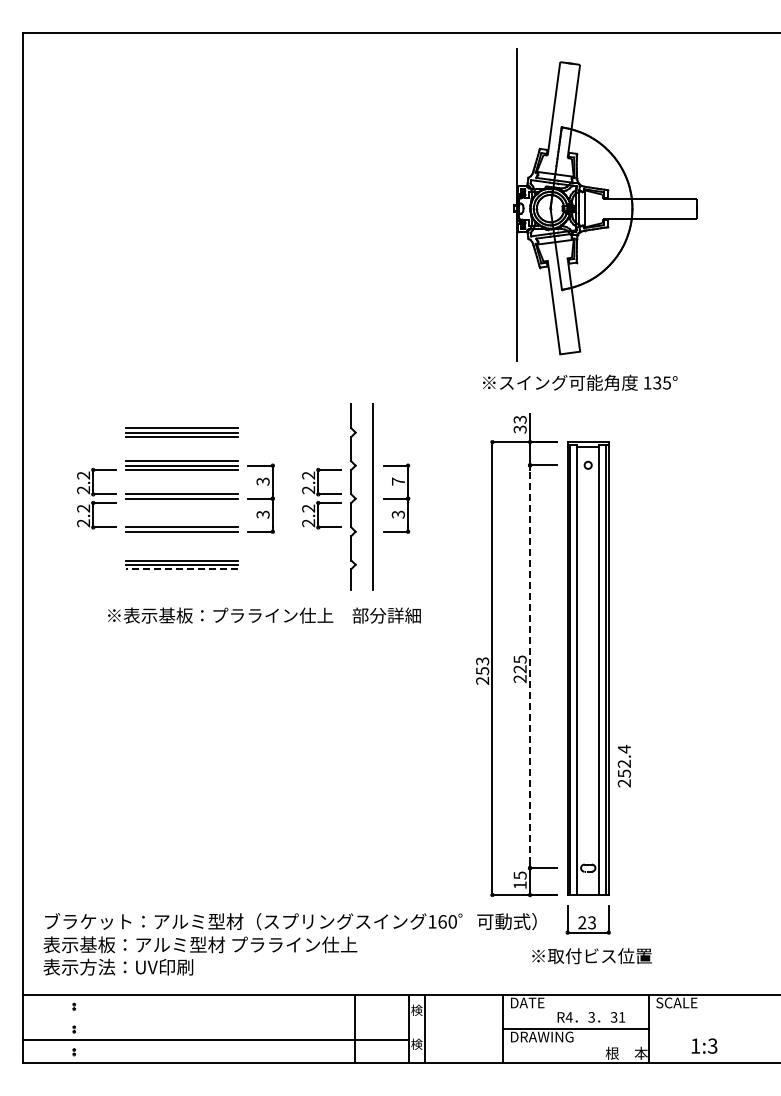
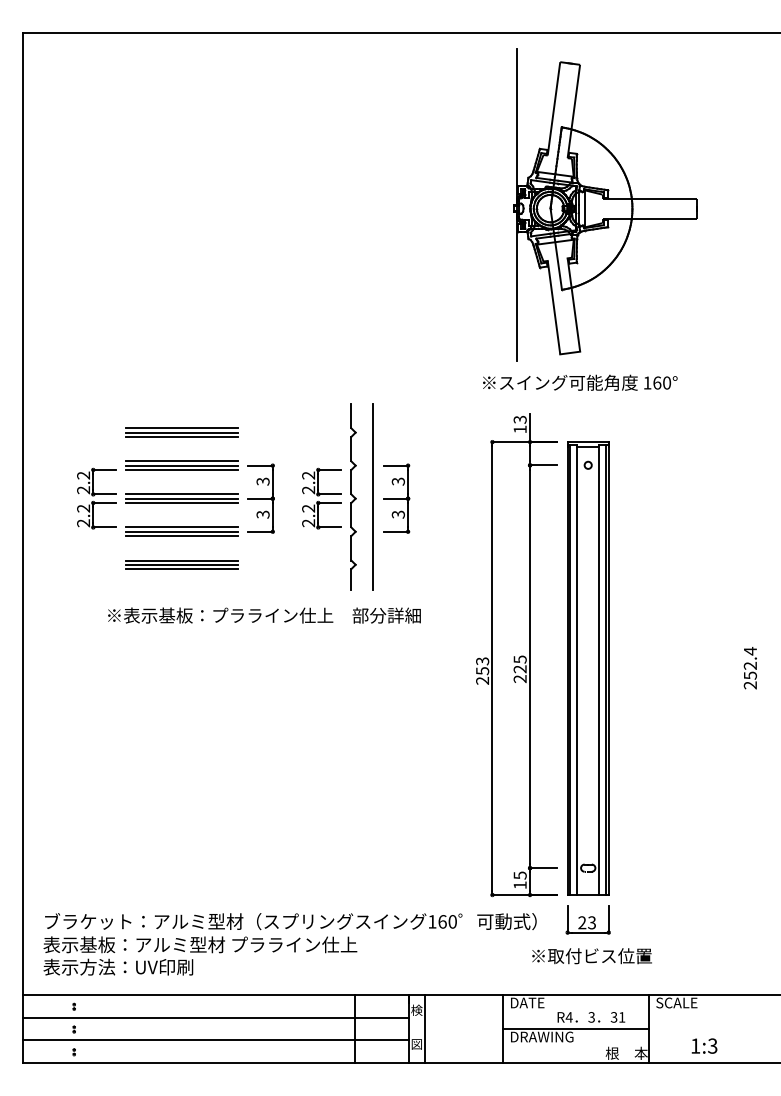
text at (662, 382): 135° -> 160°
text at (519, 429): 33 -> 13
text at (397, 481): 7 -> 3
line at (181, 502): none -> present
line at (181, 536): none -> present
line at (181, 569): dashed -> solid
line at (530, 666): dashed -> solid
text at (623, 766) position: (623, 766) -> (749, 668)
line at (215, 1017): none -> present
text at (416, 1043): 検 -> 図
